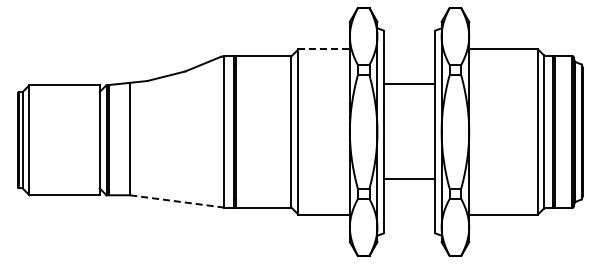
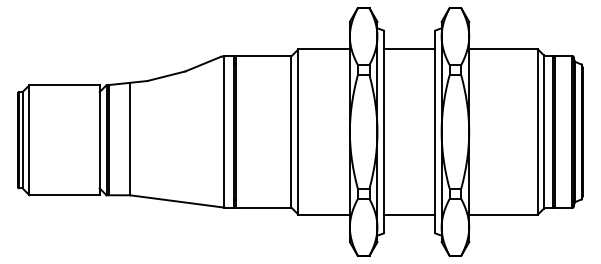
line at (324, 49): dashed -> solid
line at (409, 84) position: (409, 84) -> (409, 49)
line at (409, 178) position: (409, 178) -> (409, 214)
line at (177, 201): dashed -> solid
